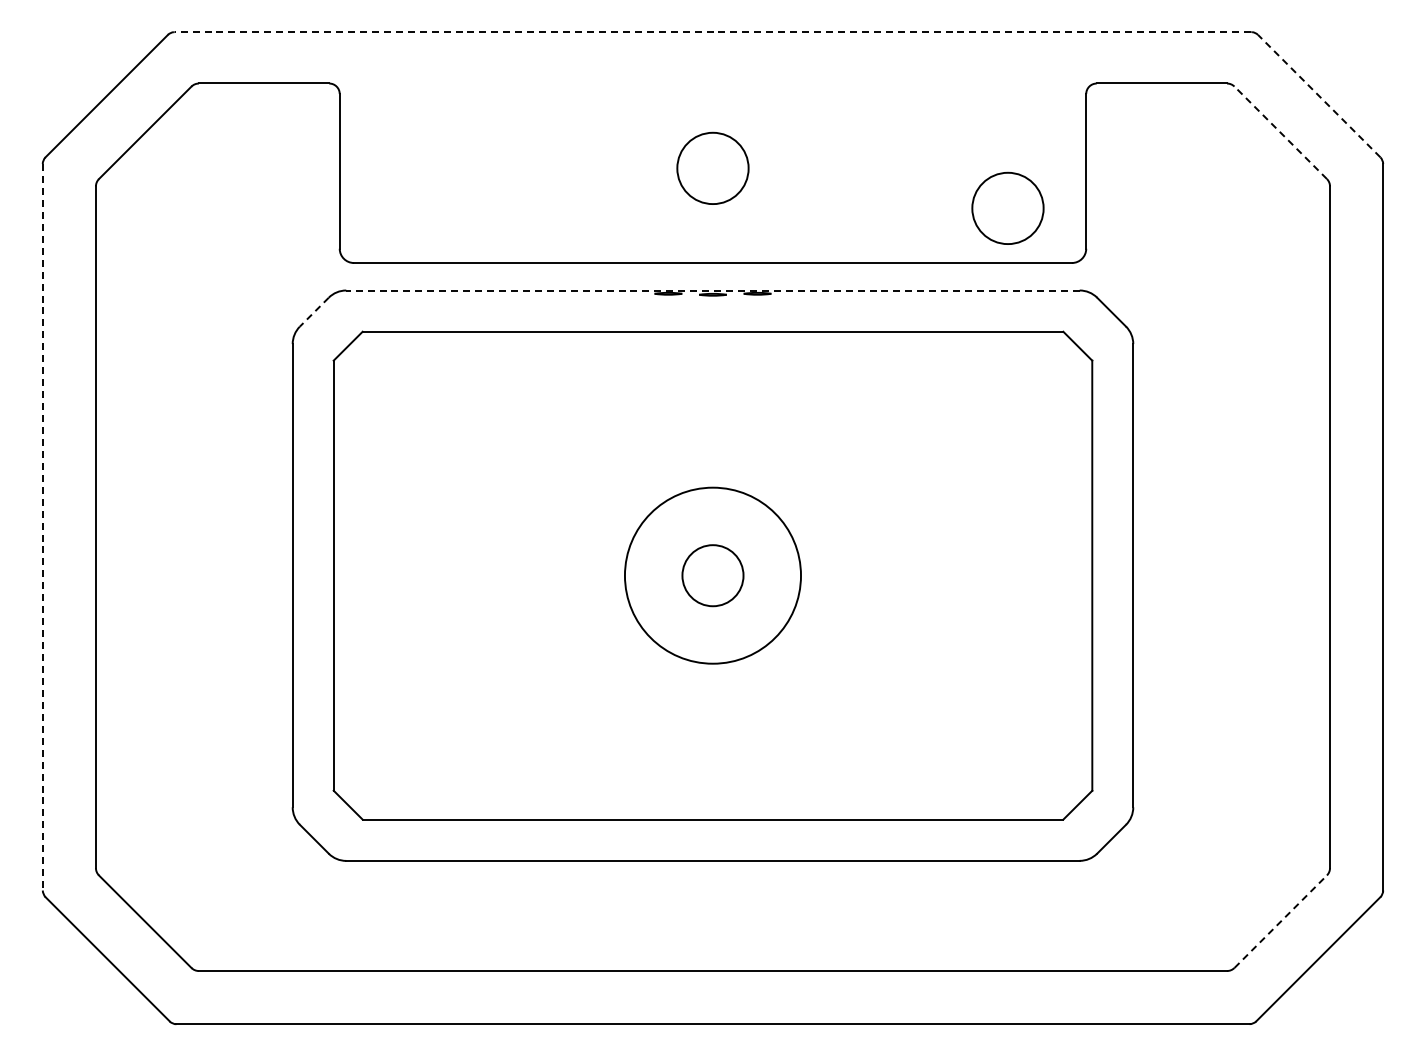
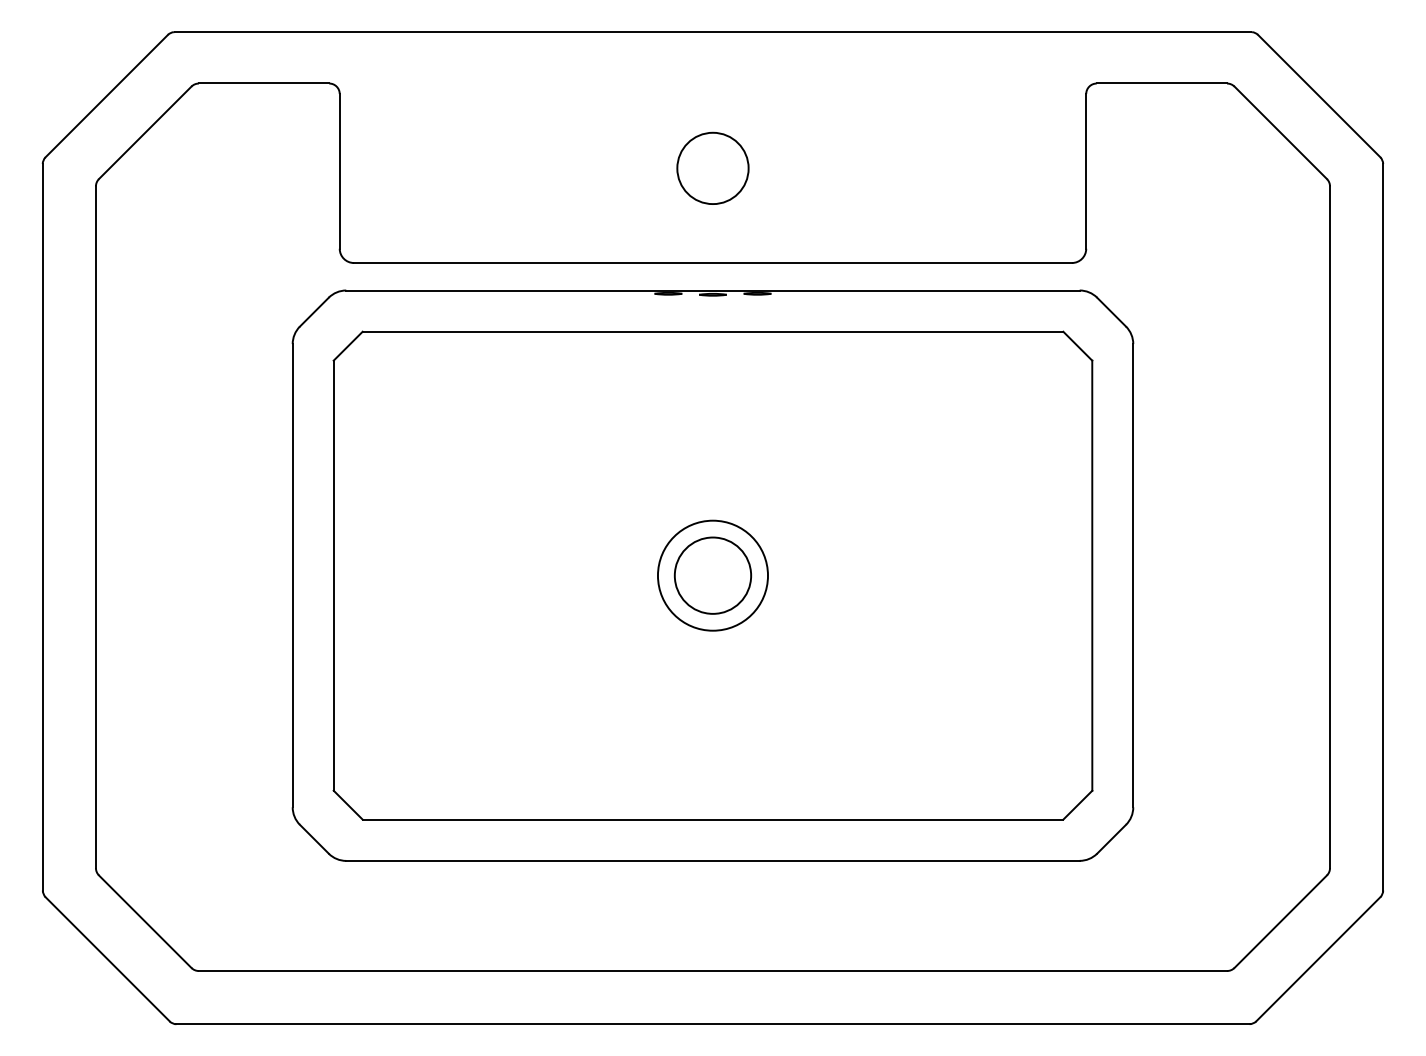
line at (712, 32): dashed -> solid
line at (1319, 96): dashed -> solid
line at (1280, 132): dashed -> solid
circle at (1007, 207): present -> none
line at (712, 290): dashed -> solid
line at (314, 312): dashed -> solid
line at (42, 527): dashed -> solid
circle at (712, 575) diameter: 176 px -> 110 px
circle at (712, 575) diameter: 61 px -> 76 px
line at (1281, 921): dashed -> solid
